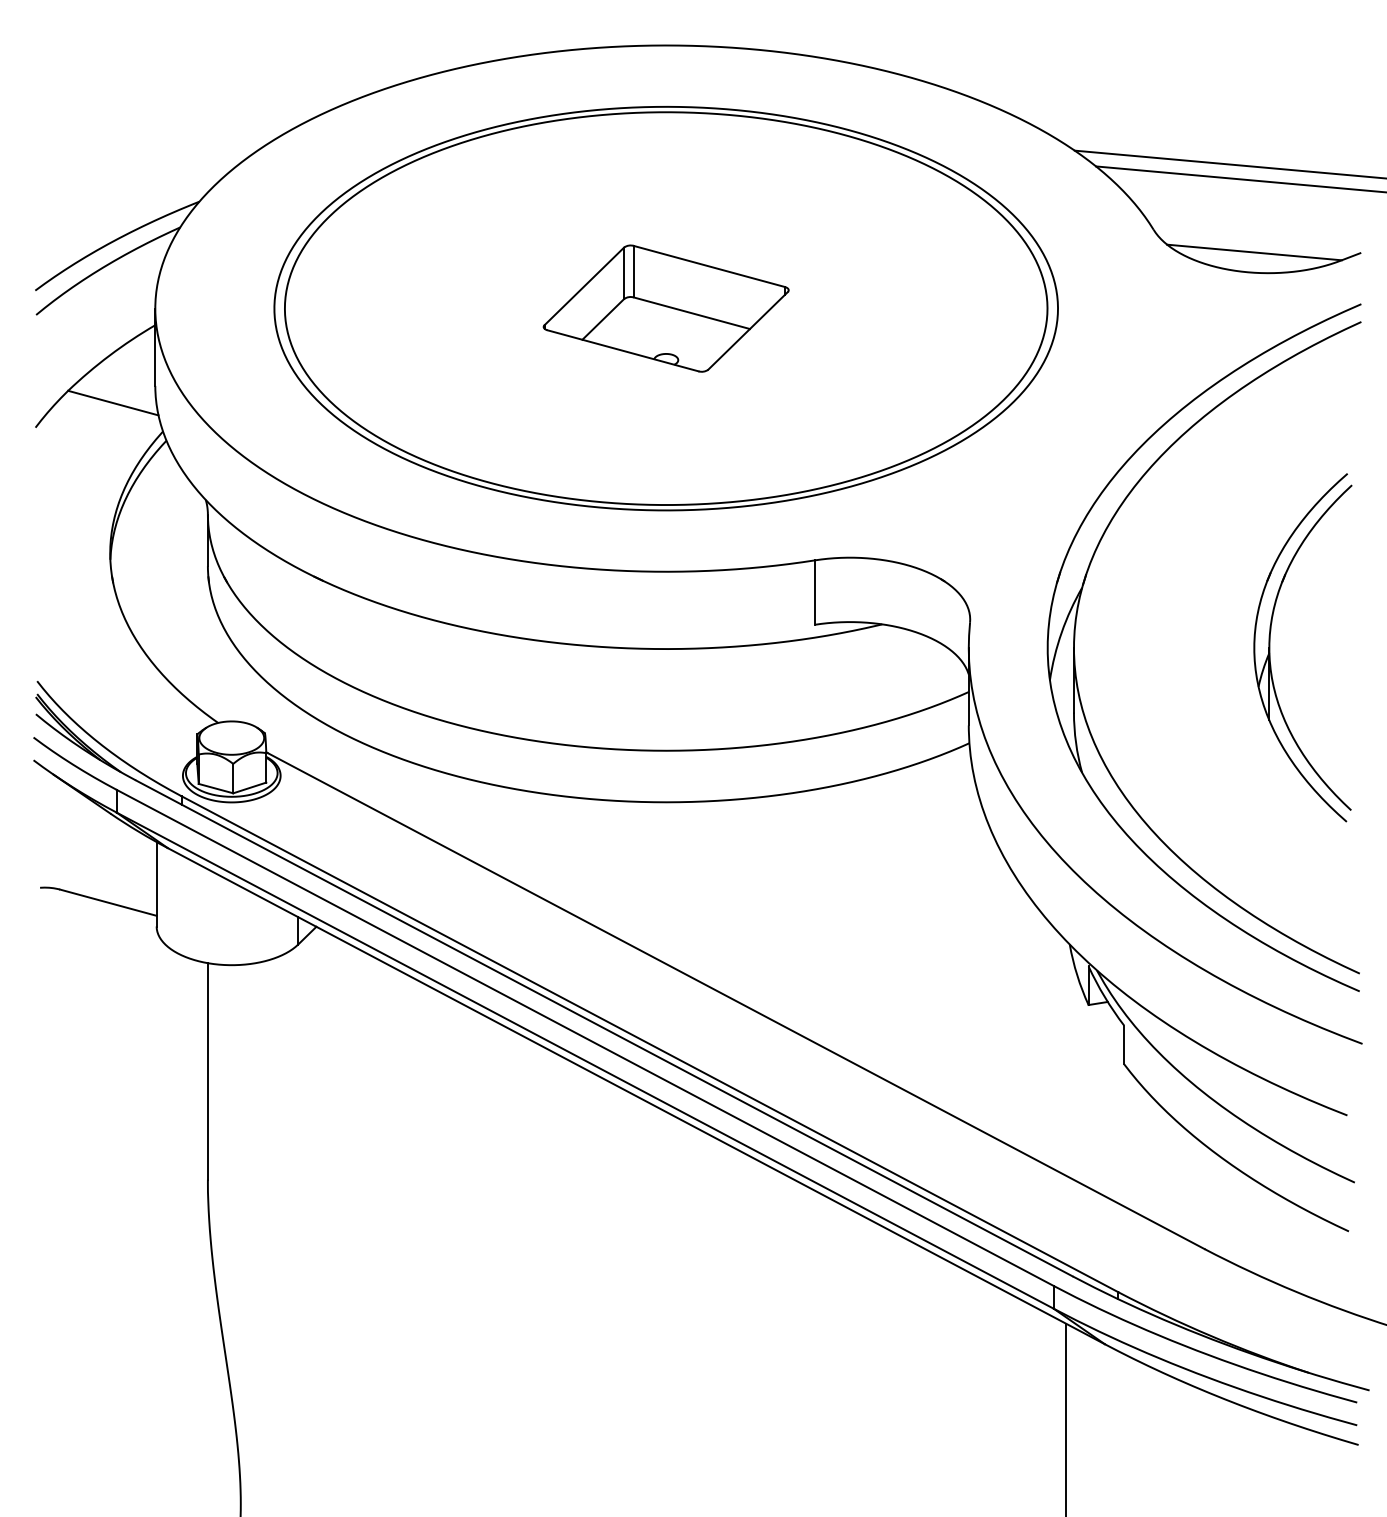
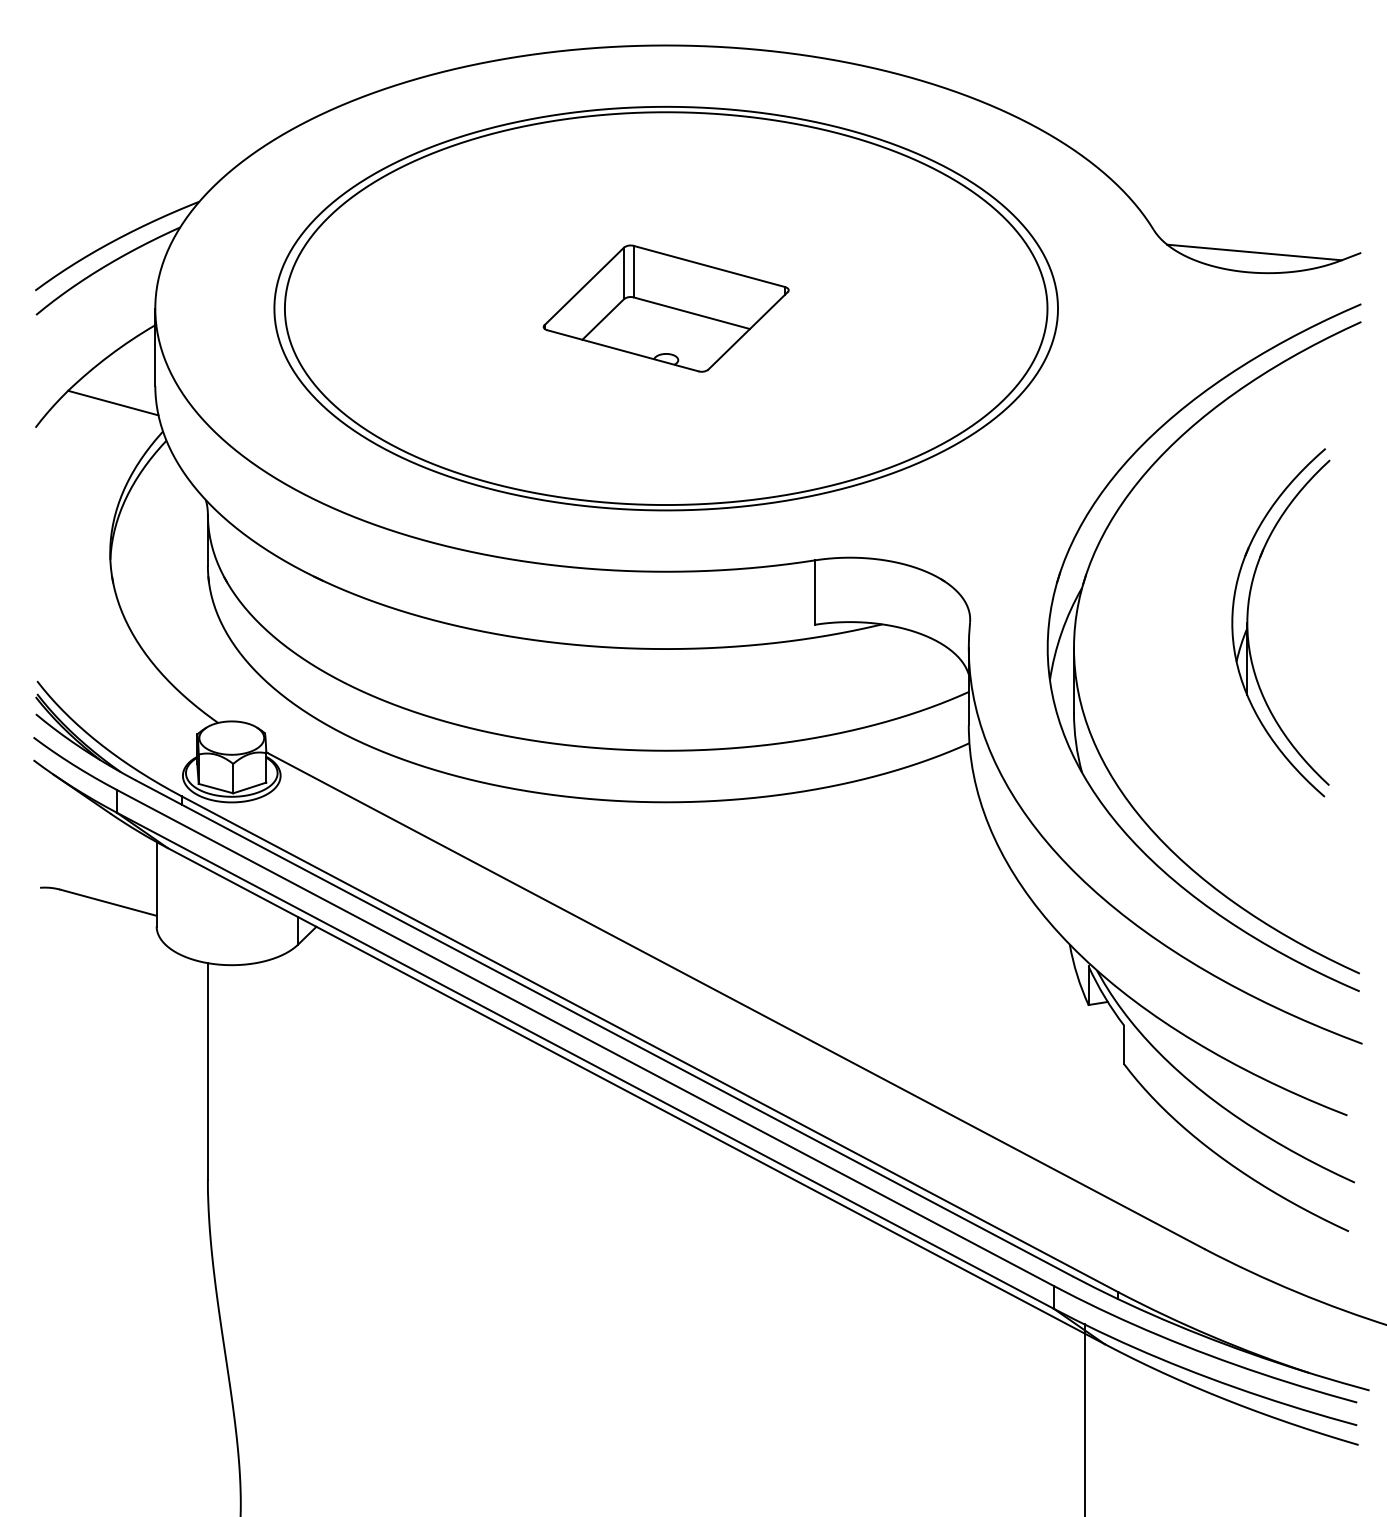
line at (1228, 164): present -> none
line at (1239, 179): present -> none
part at (1270, 647) position: (1270, 647) -> (1248, 622)
line at (1066, 1418) position: (1066, 1418) -> (1085, 1418)
